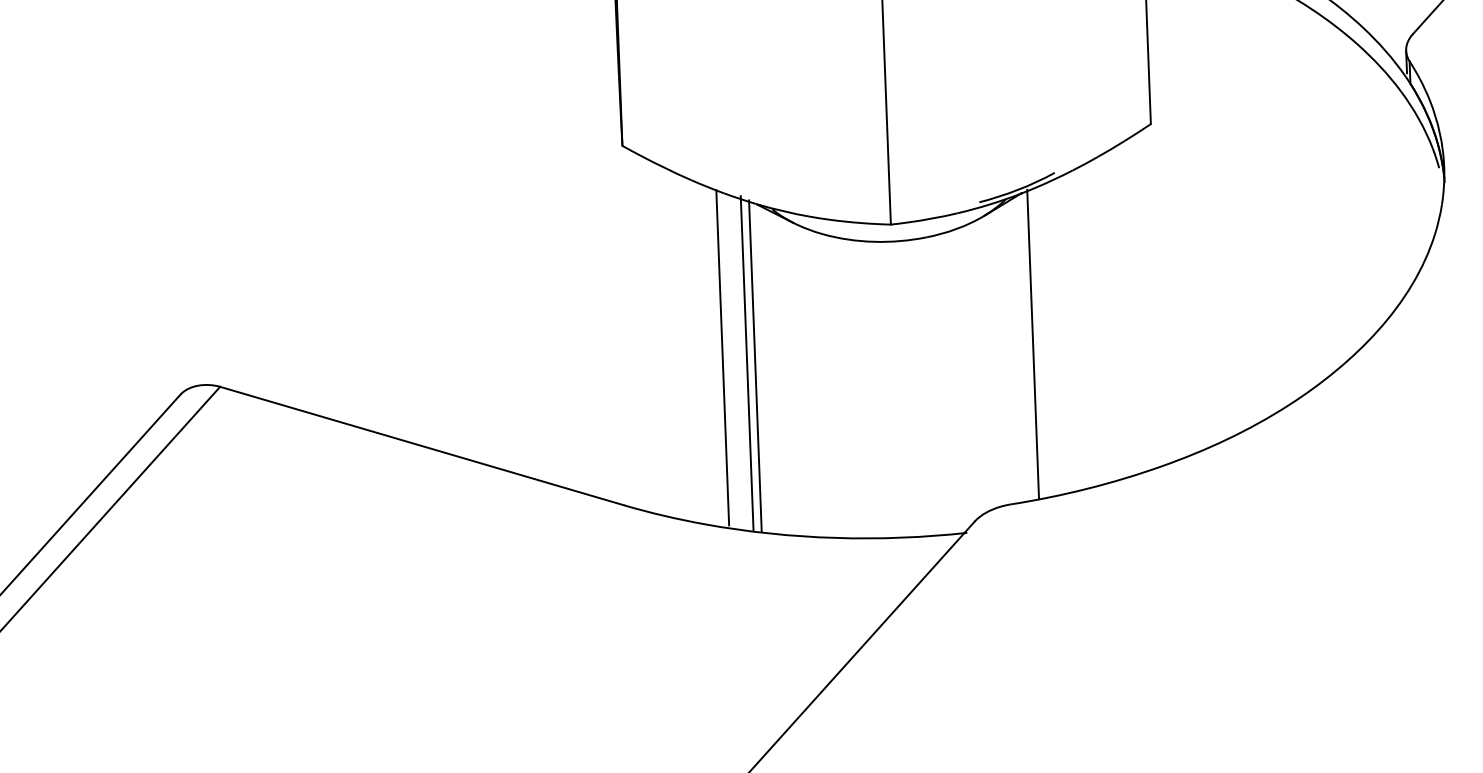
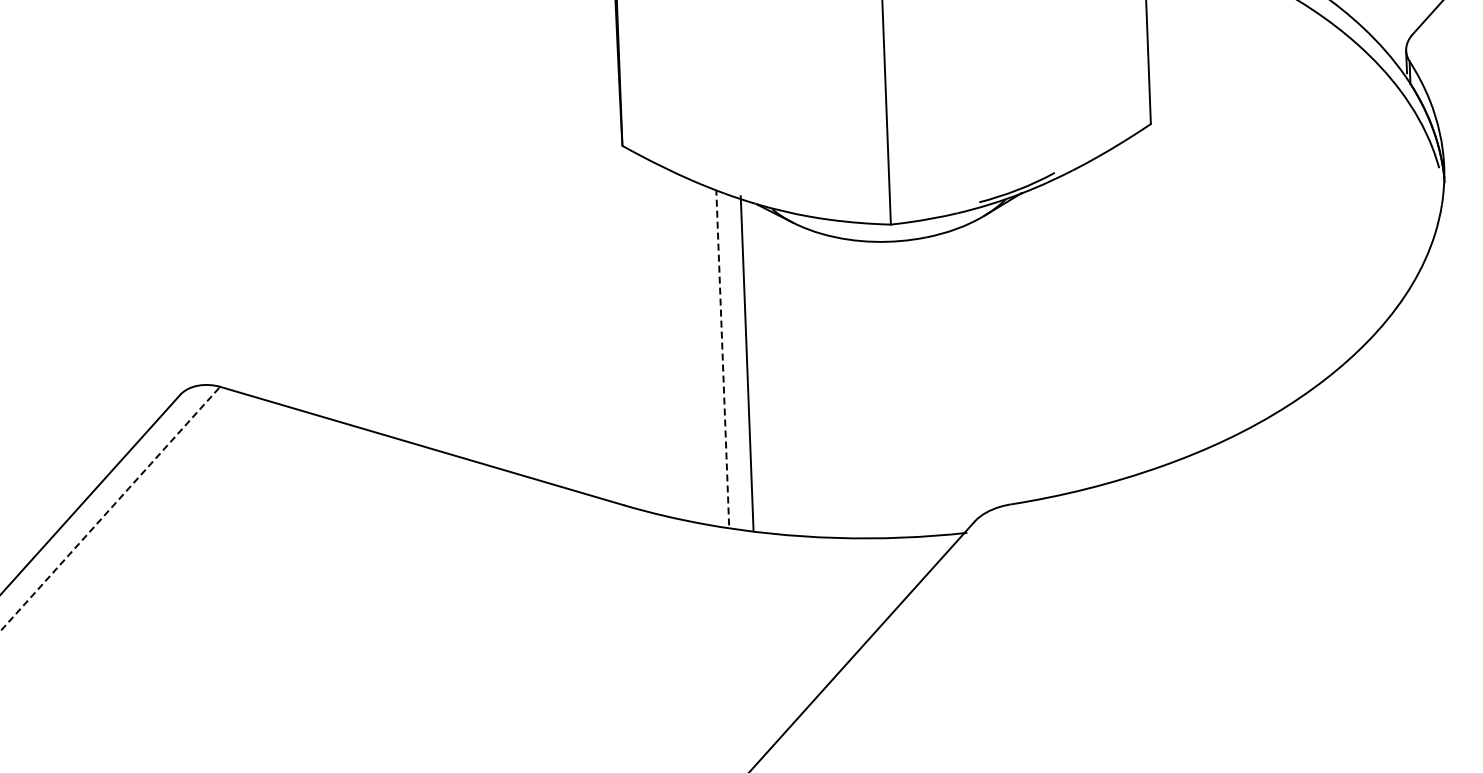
line at (1033, 344): present -> none
line at (722, 357): solid -> dashed
line at (755, 365): present -> none
line at (110, 508): solid -> dashed
